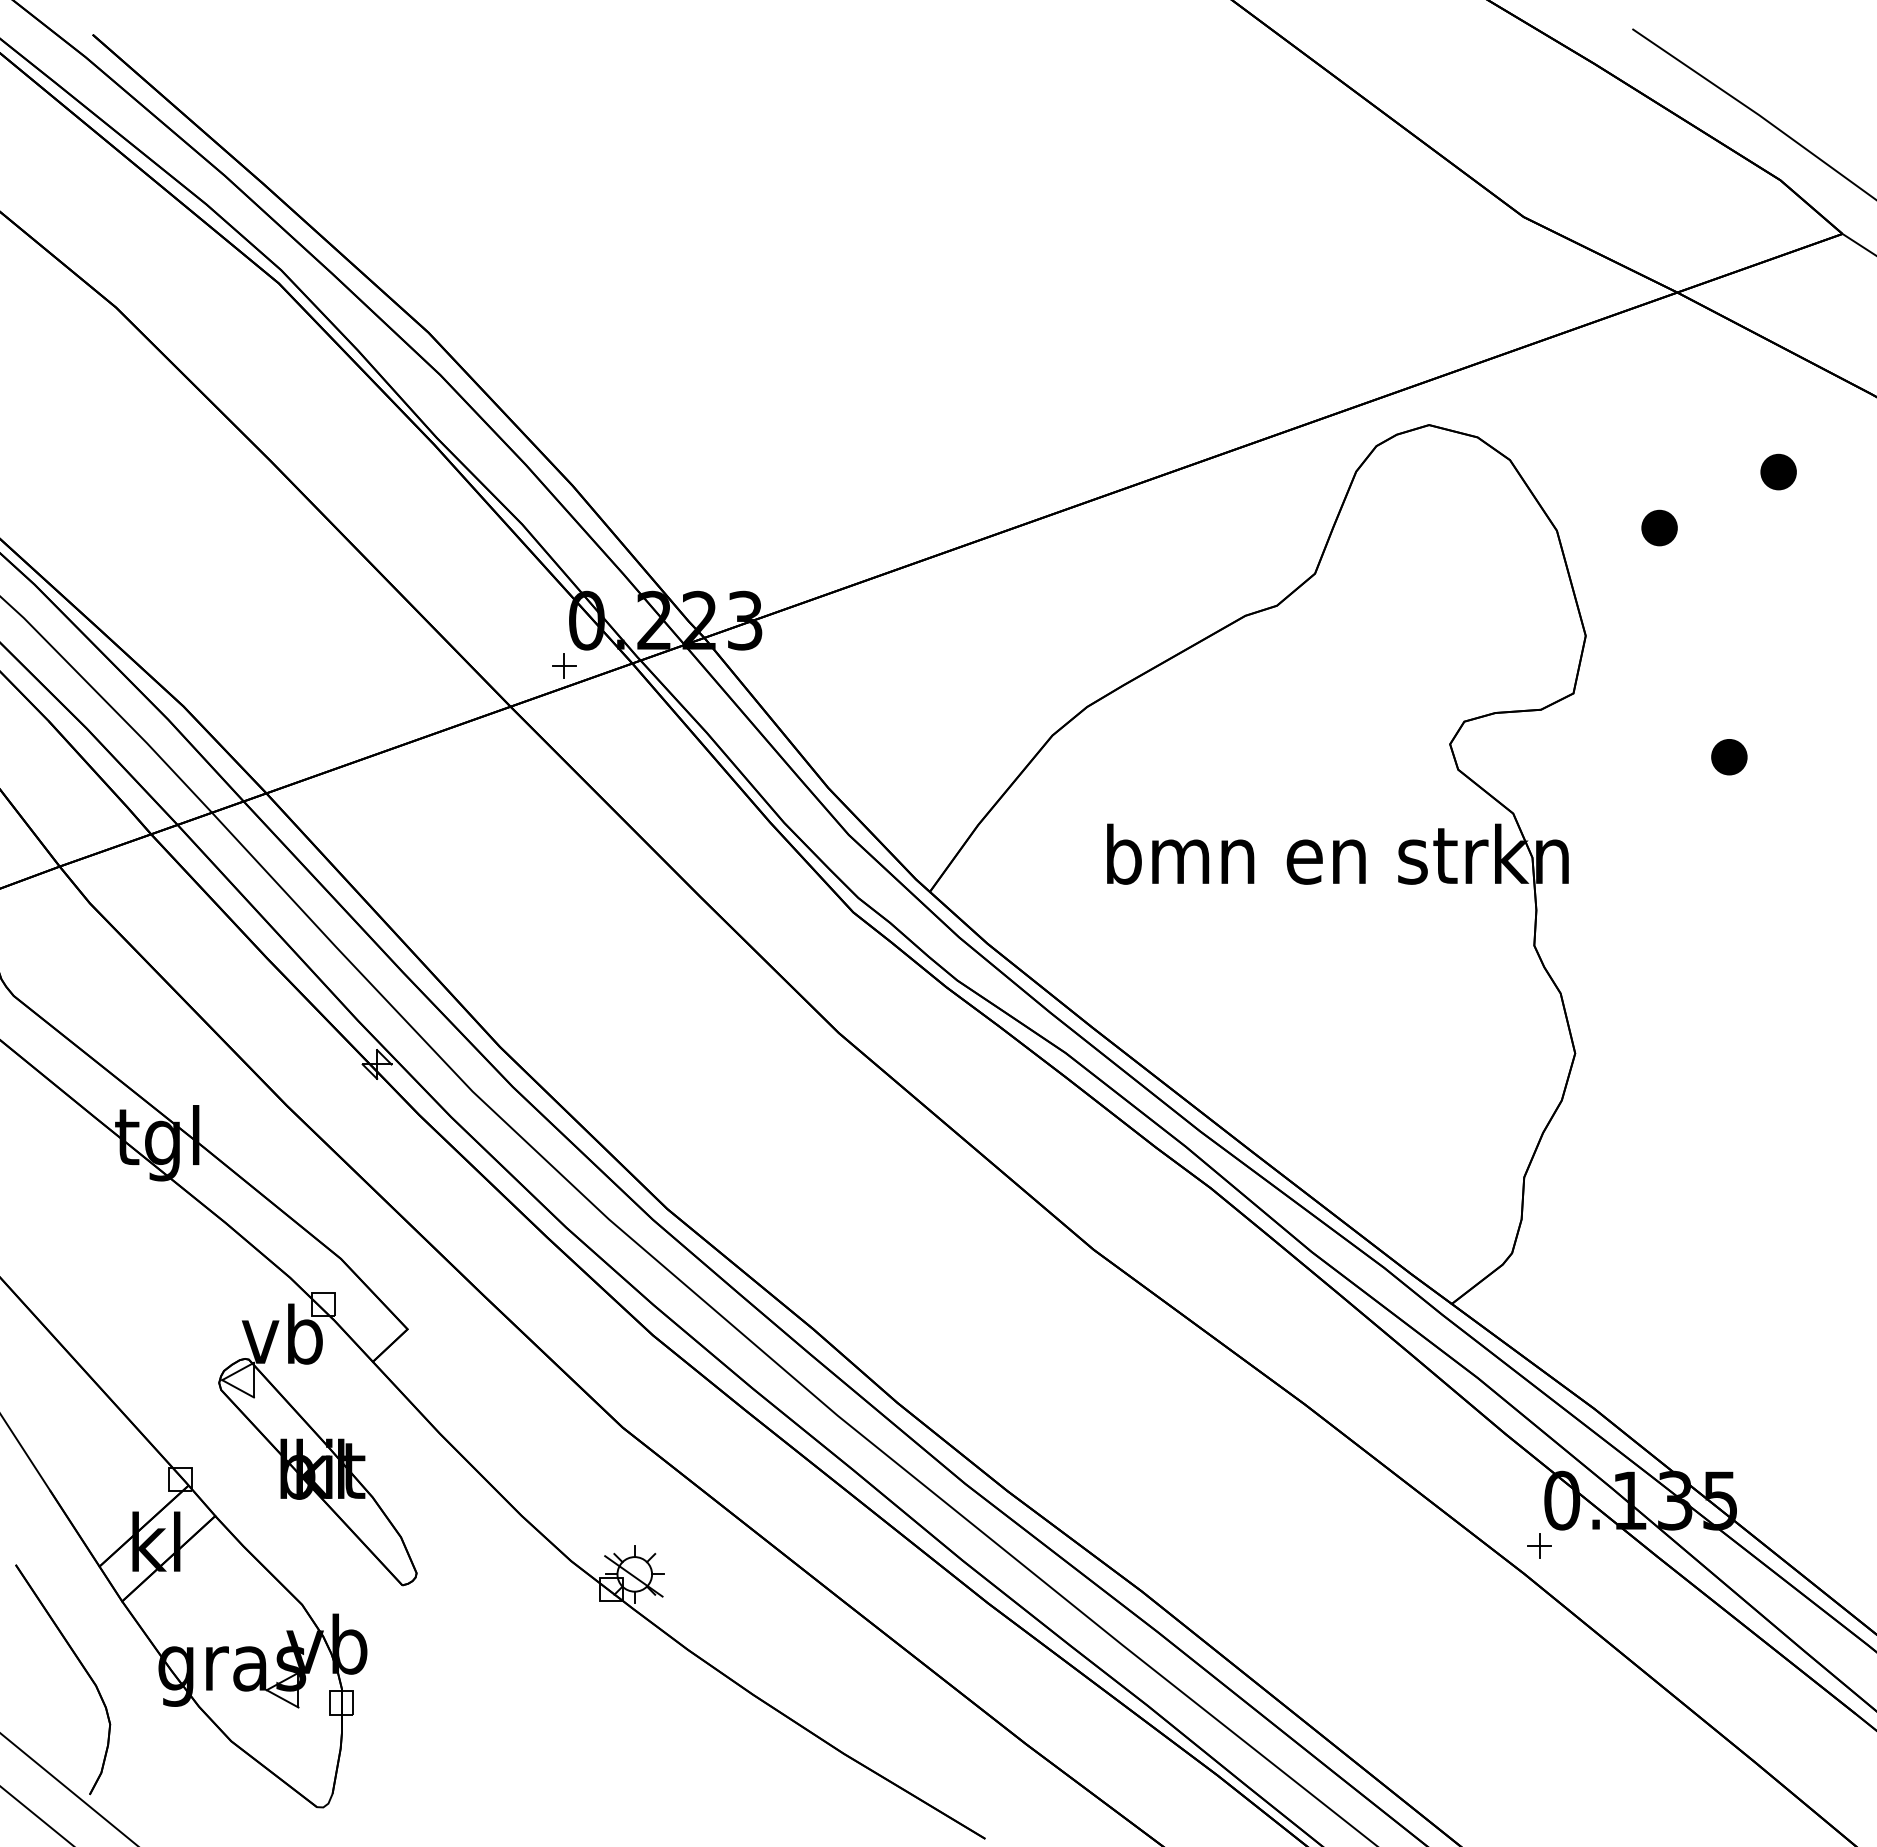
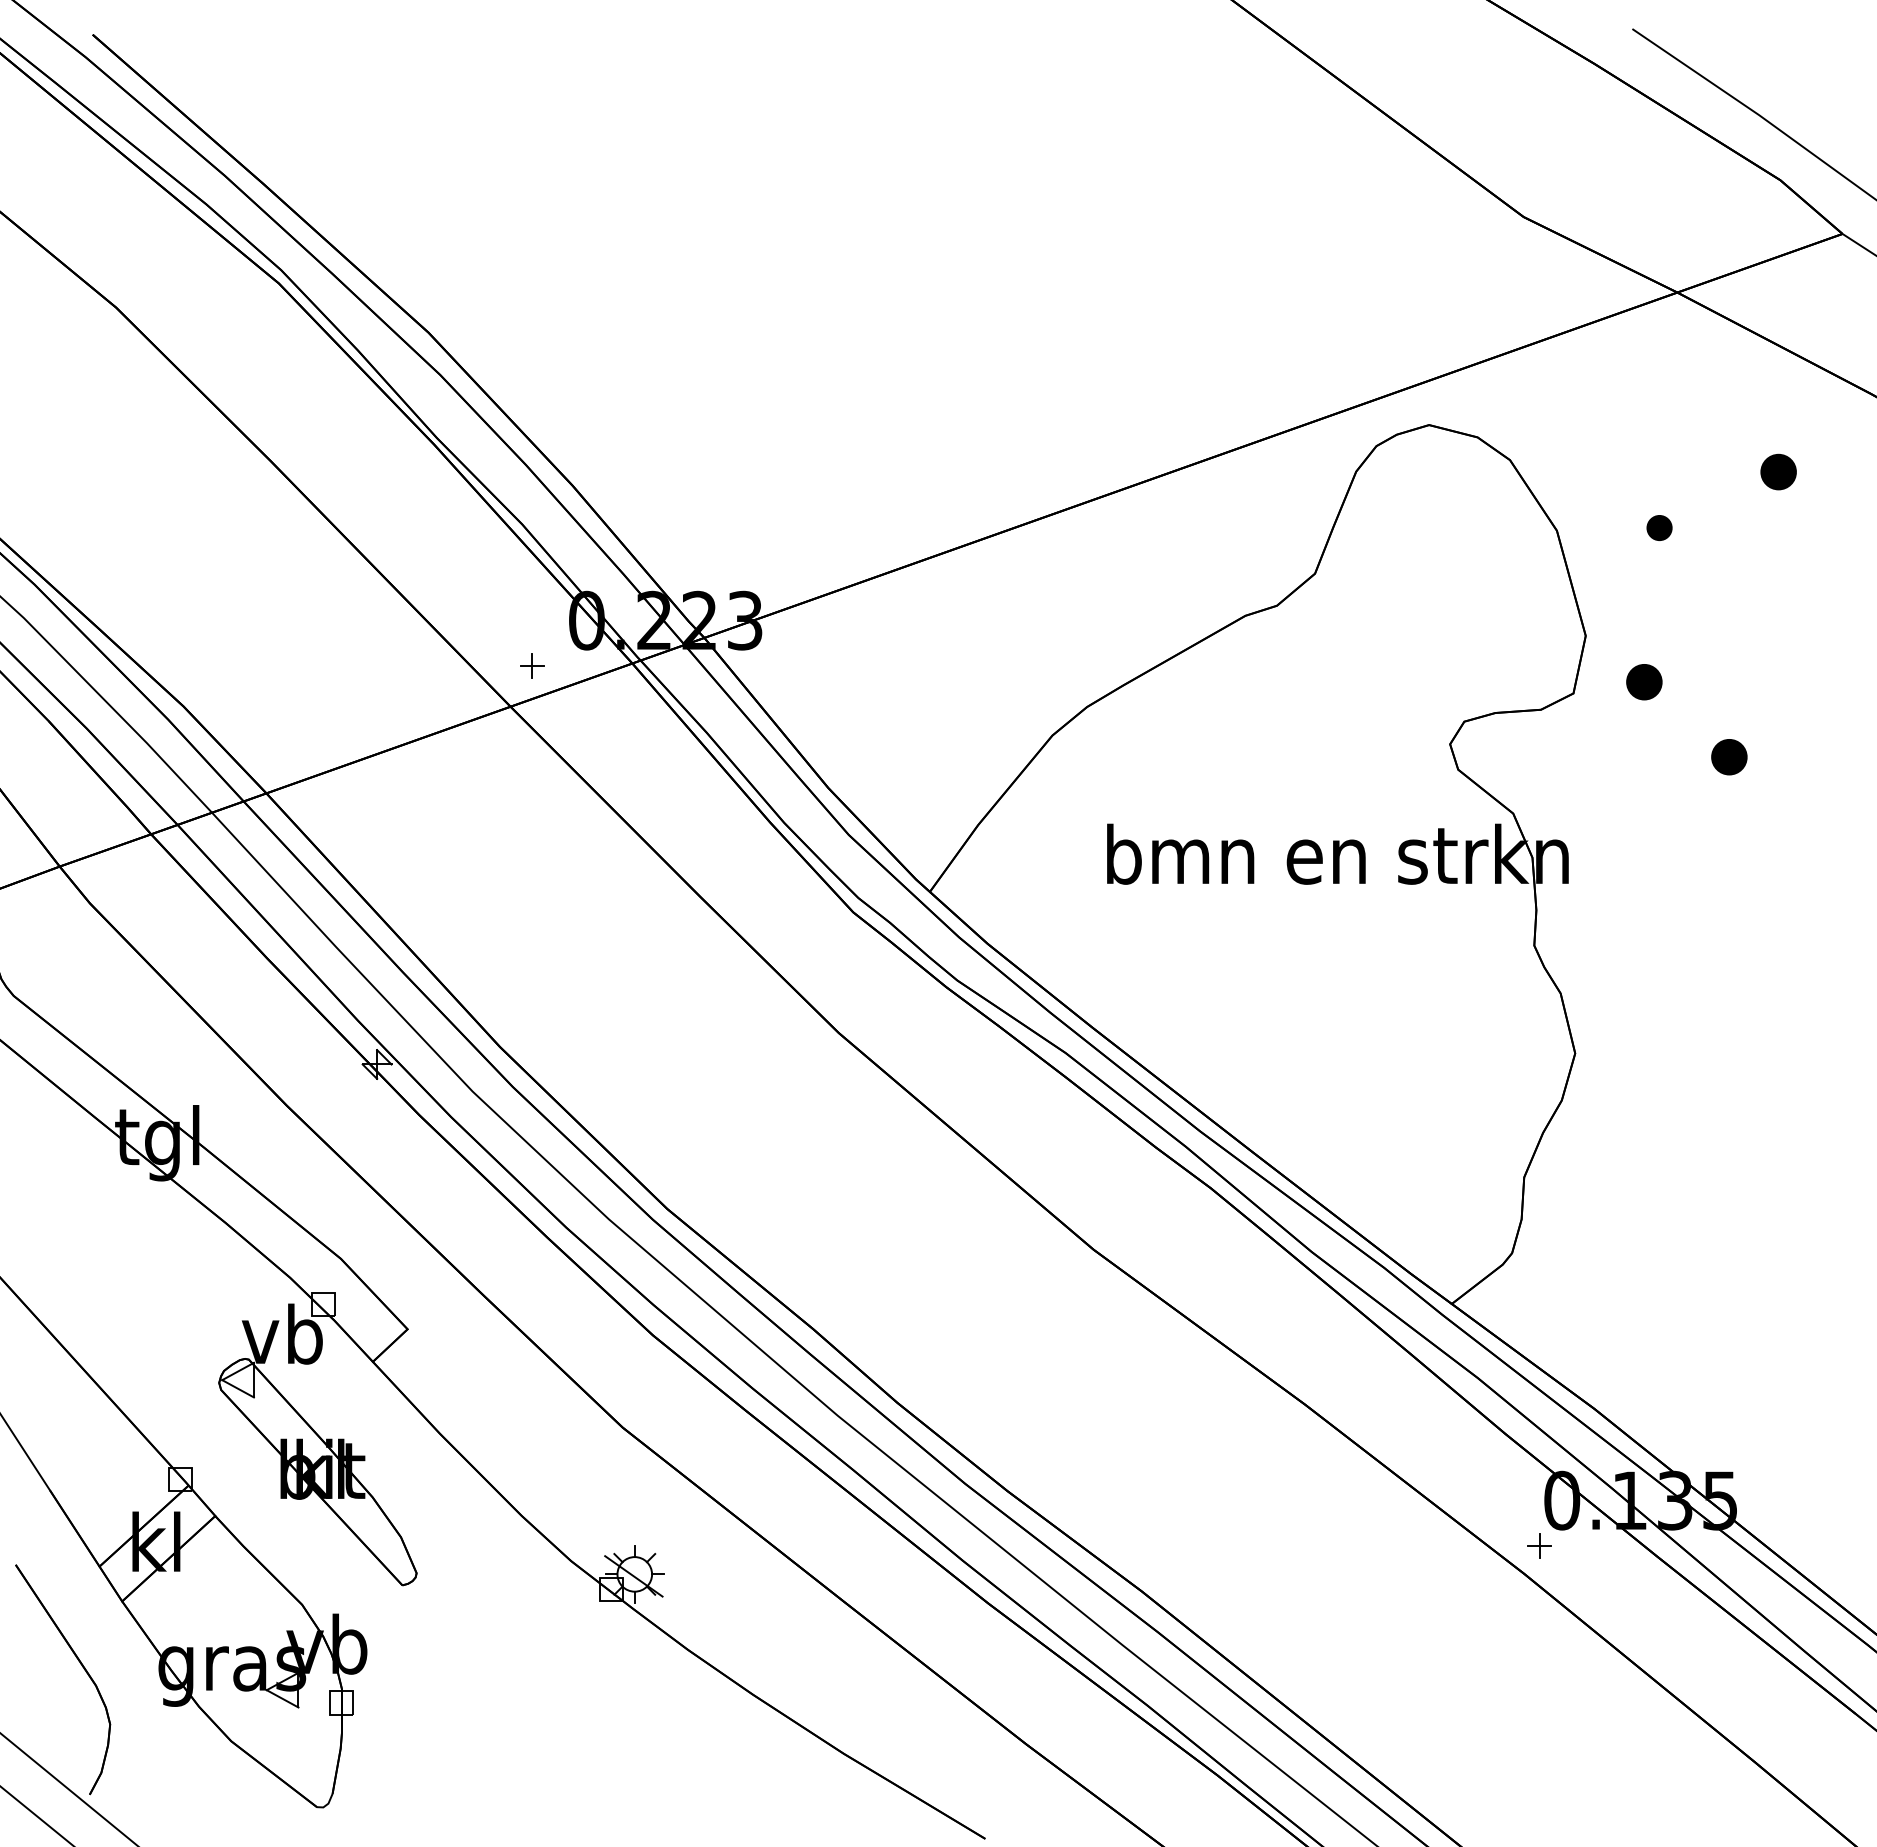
part at (1659, 527) size: 37x38 px -> 27x26 px
part at (564, 665) position: (564, 665) -> (532, 665)
part at (1644, 682): none -> present
